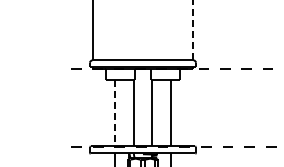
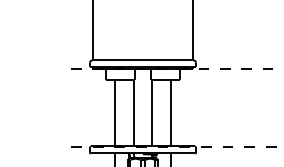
line at (192, 30): dashed -> solid
line at (115, 113): dashed -> solid
